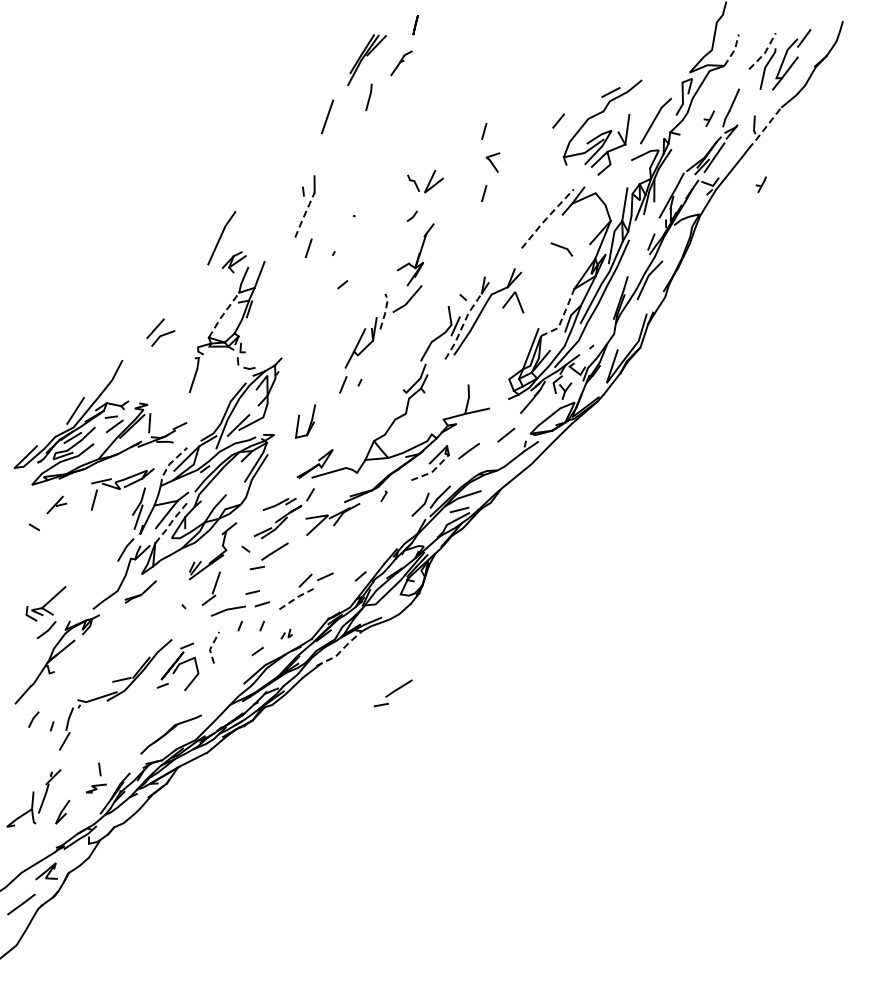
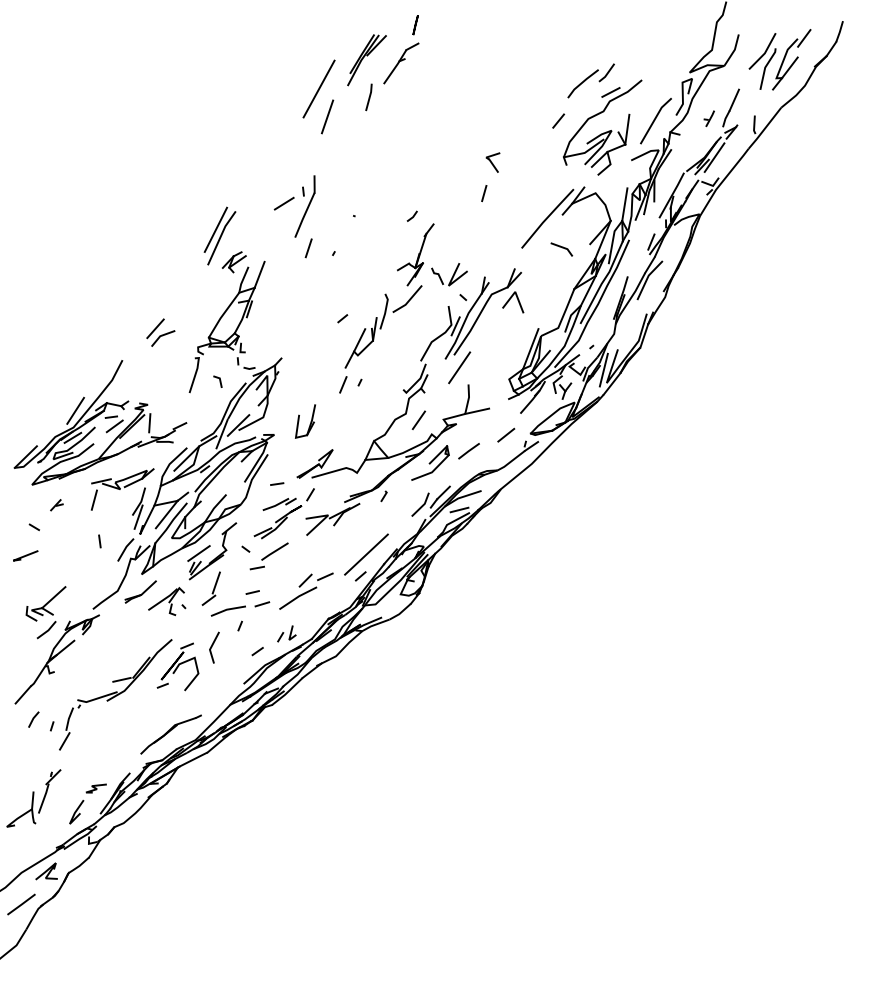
line at (734, 50): dashed -> solid
line at (764, 53): dashed -> solid
part at (401, 63) size: 23x27 px -> 37x43 px
part at (590, 80): none -> present
line at (318, 88): none -> present
line at (764, 128): dashed -> solid
line at (484, 131): present -> none
part at (425, 181) position: (425, 181) -> (449, 274)
part at (760, 184): present -> none
line at (283, 203): none -> present
line at (304, 215): dashed -> solid
line at (547, 217): dashed -> solid
line at (215, 229): none -> present
line at (342, 284) position: (342, 284) -> (342, 318)
line at (385, 310): dashed -> solid
line at (222, 315): dashed -> solid
line at (562, 317): dashed -> solid
line at (462, 325): dashed -> solid
line at (459, 367): none -> present
line at (603, 369): none -> present
line at (219, 381): none -> present
line at (418, 419): none -> present
line at (169, 464): dashed -> solid
line at (432, 471): dashed -> solid
line at (277, 483): none -> present
part at (56, 504) size: 22x20 px -> 14x13 px
line at (171, 522): dashed -> solid
line at (198, 553): none -> present
line at (366, 554): none -> present
line at (25, 555): none -> present
line at (298, 596): dashed -> solid
part at (166, 601): none -> present
line at (261, 625): present -> none
part at (286, 633) size: 13x12 px -> 20x18 px
line at (211, 647): dashed -> solid
line at (341, 650): dashed -> solid
part at (392, 693): present -> none
line at (99, 769) position: (99, 769) -> (99, 541)
line at (62, 812) position: (62, 812) -> (76, 812)
